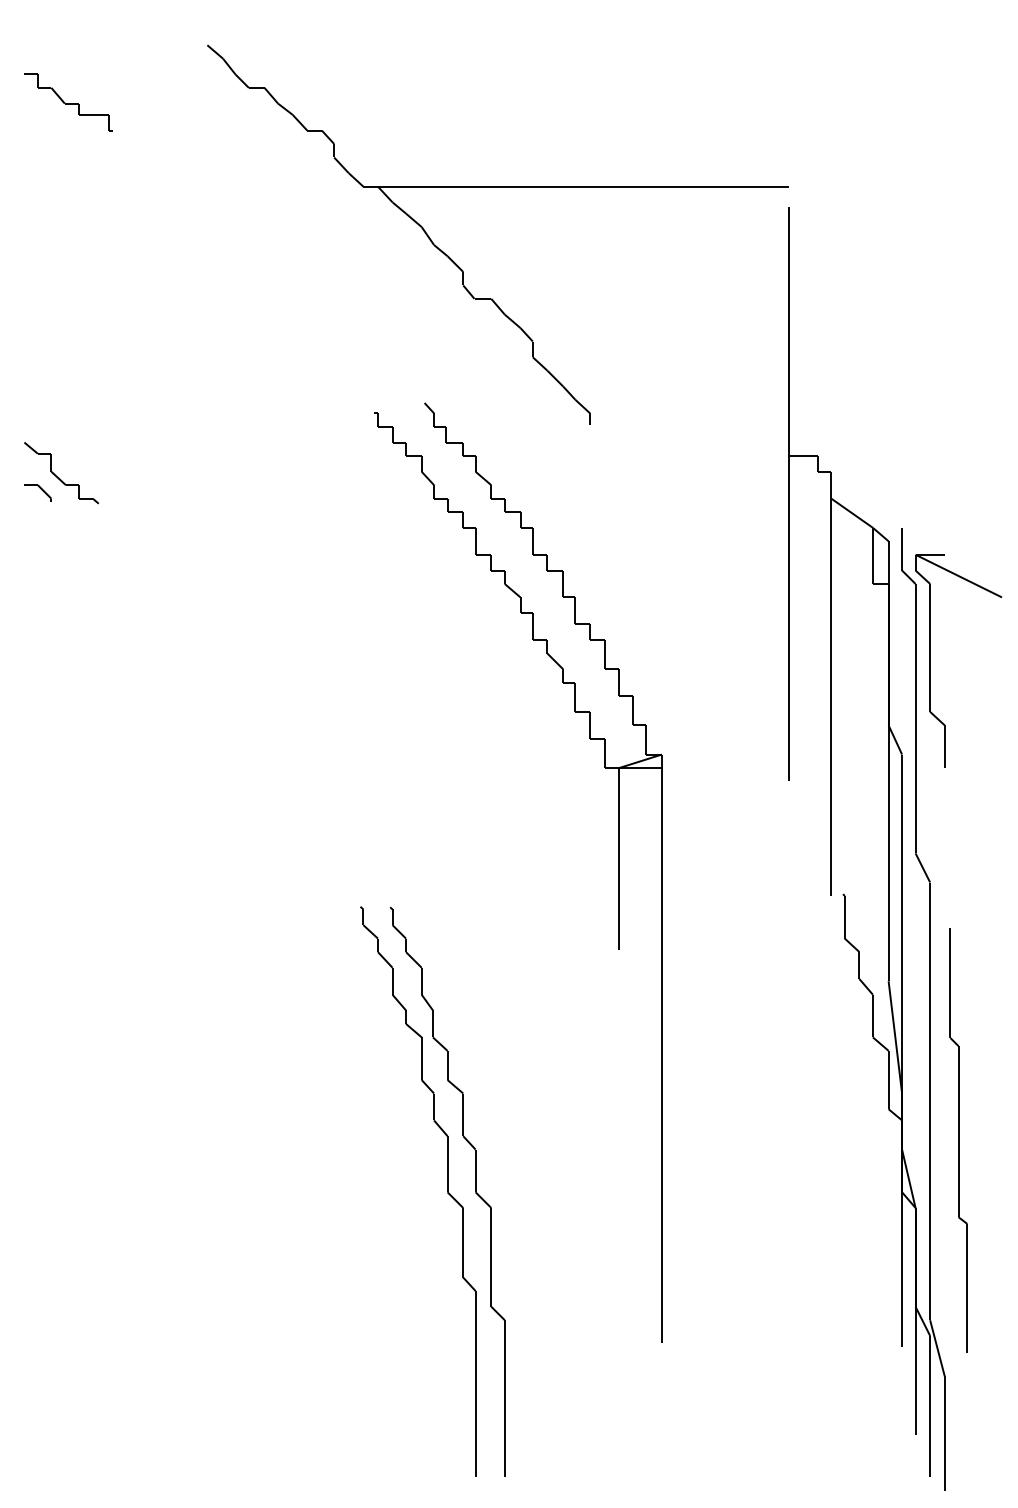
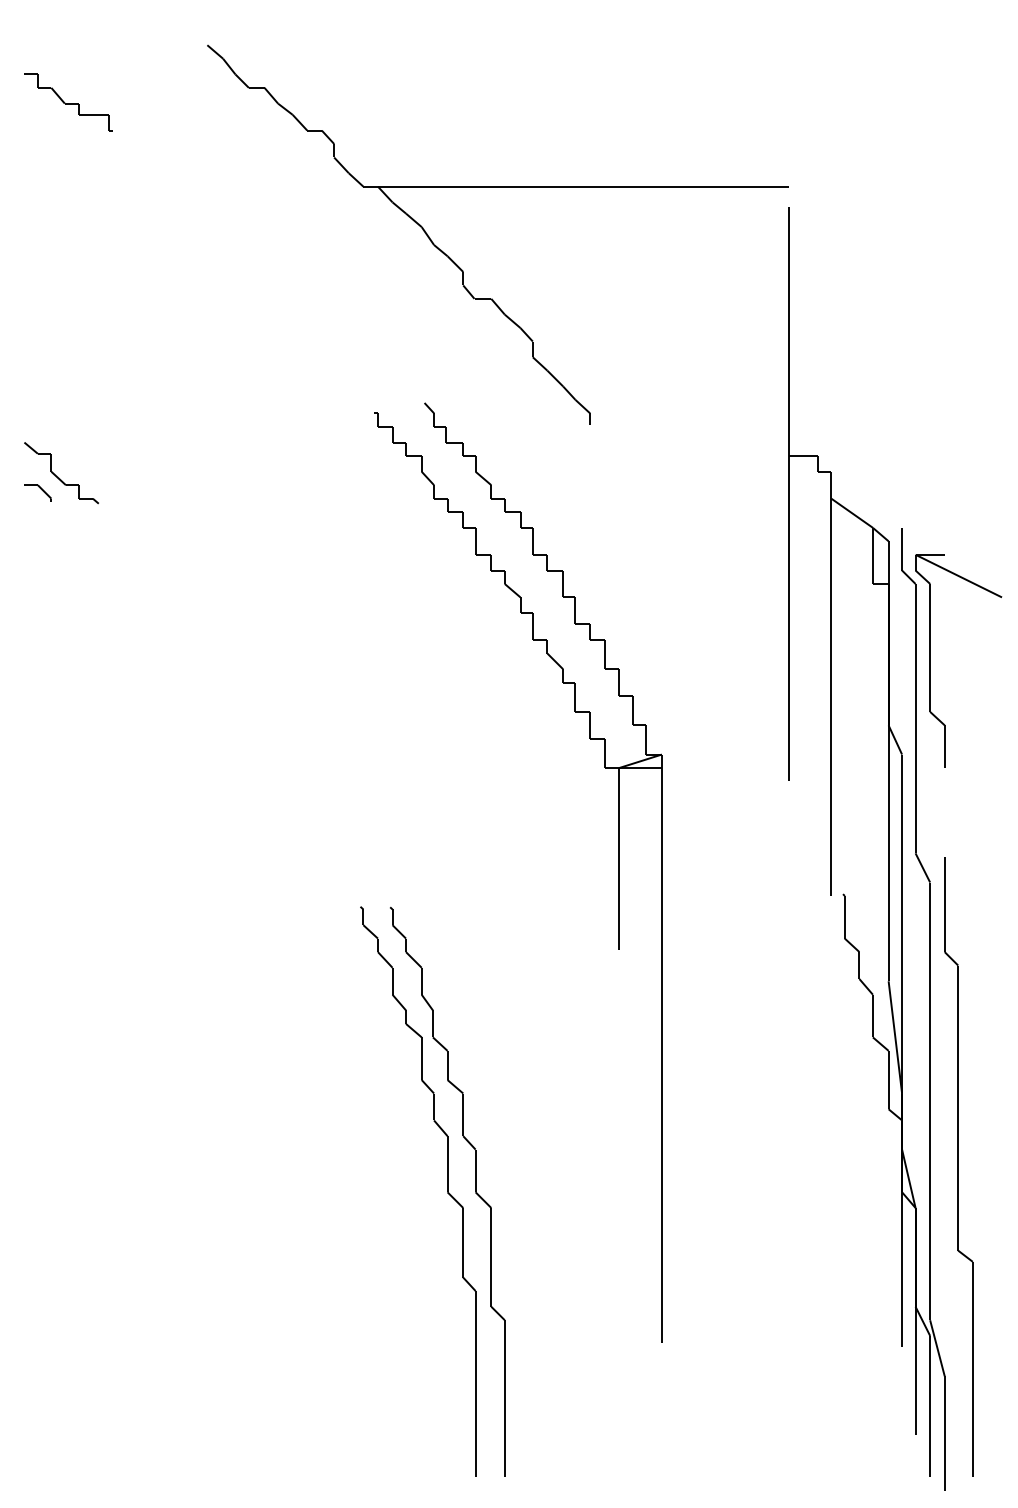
part at (958, 1163) size: 19x378 px -> 30x620 px
